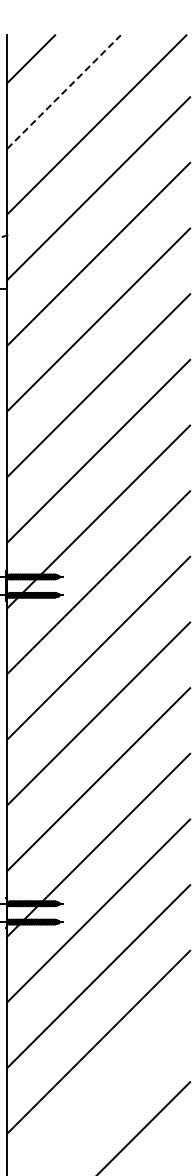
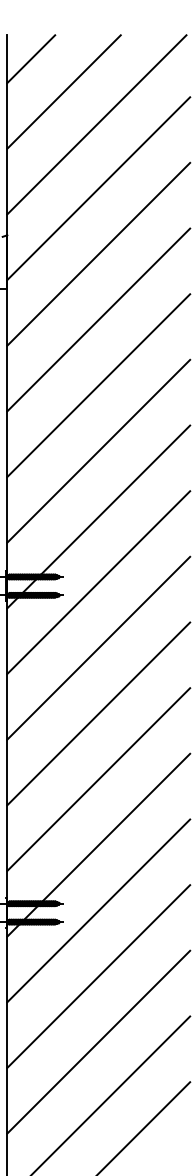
line at (64, 91): dashed -> solid
line at (112, 1094): none -> present
